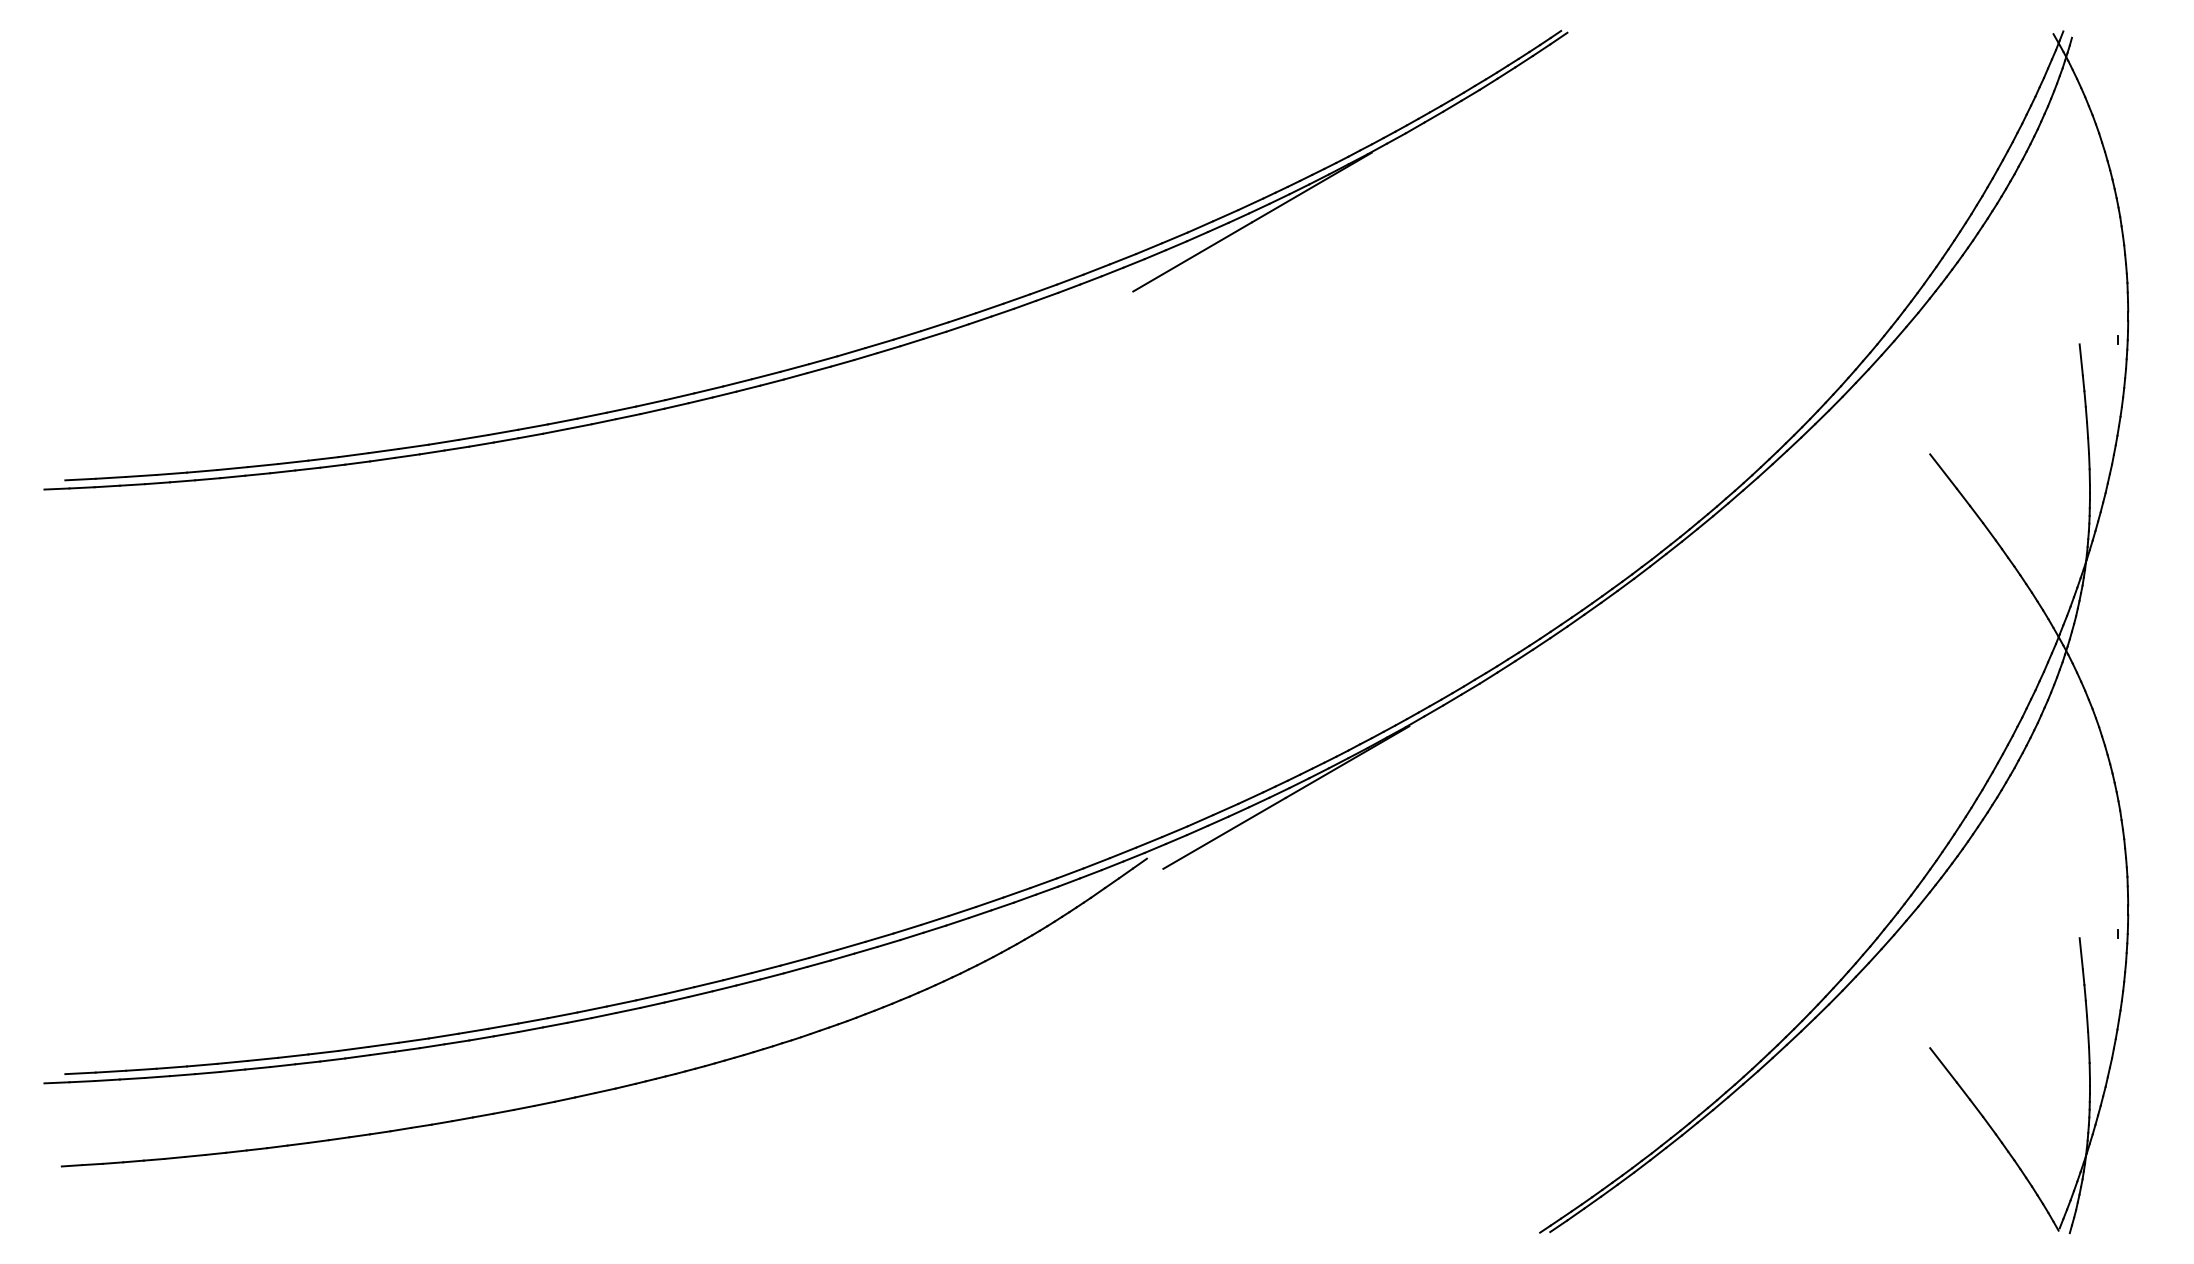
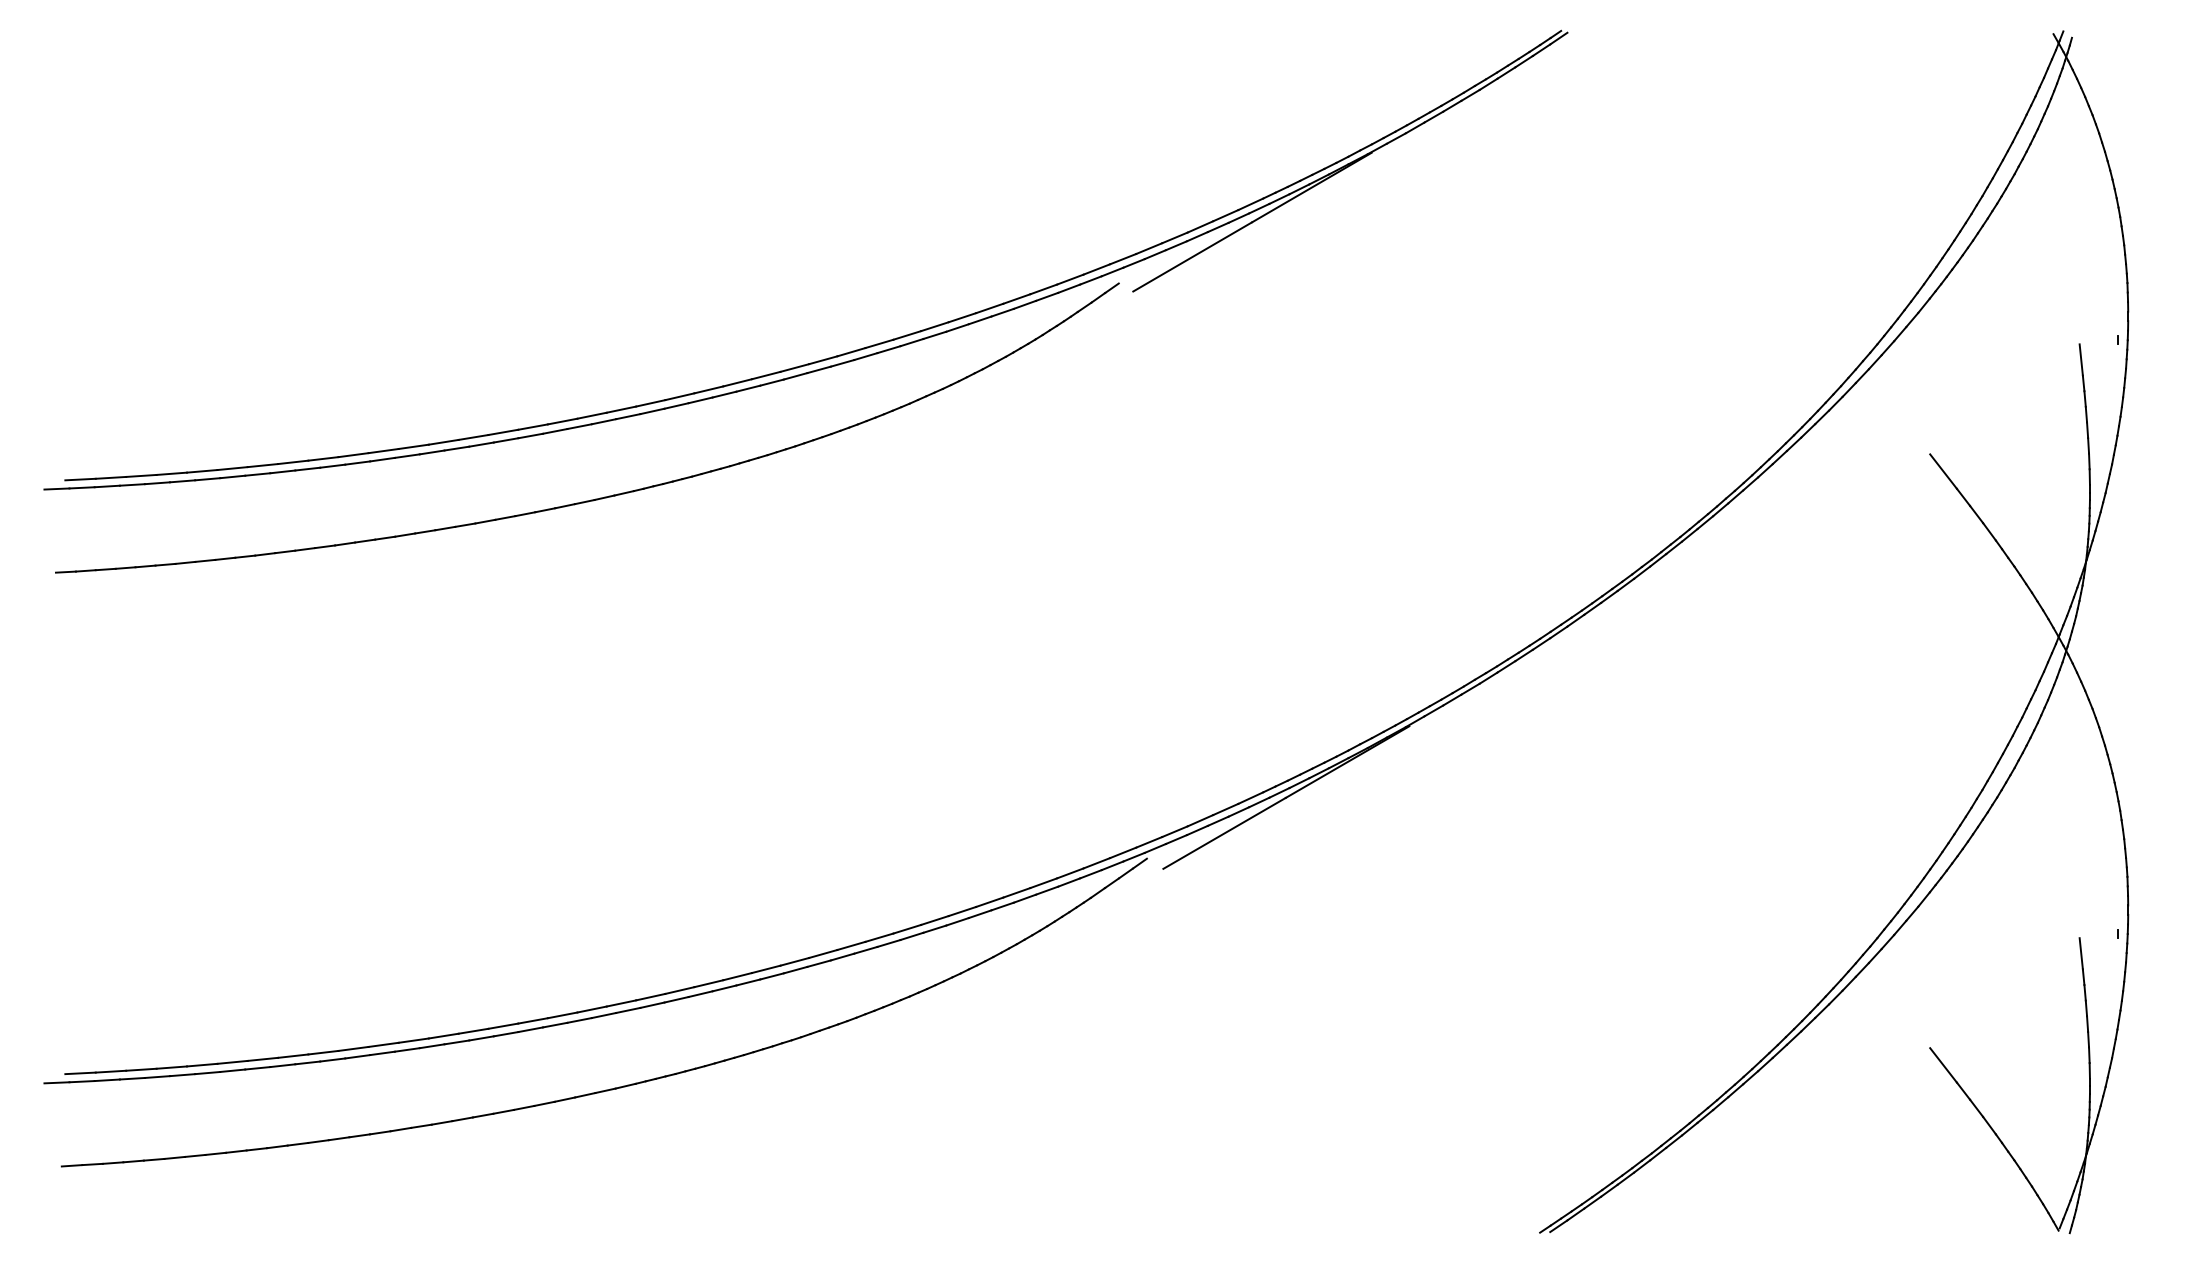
part at (604, 496): none -> present
